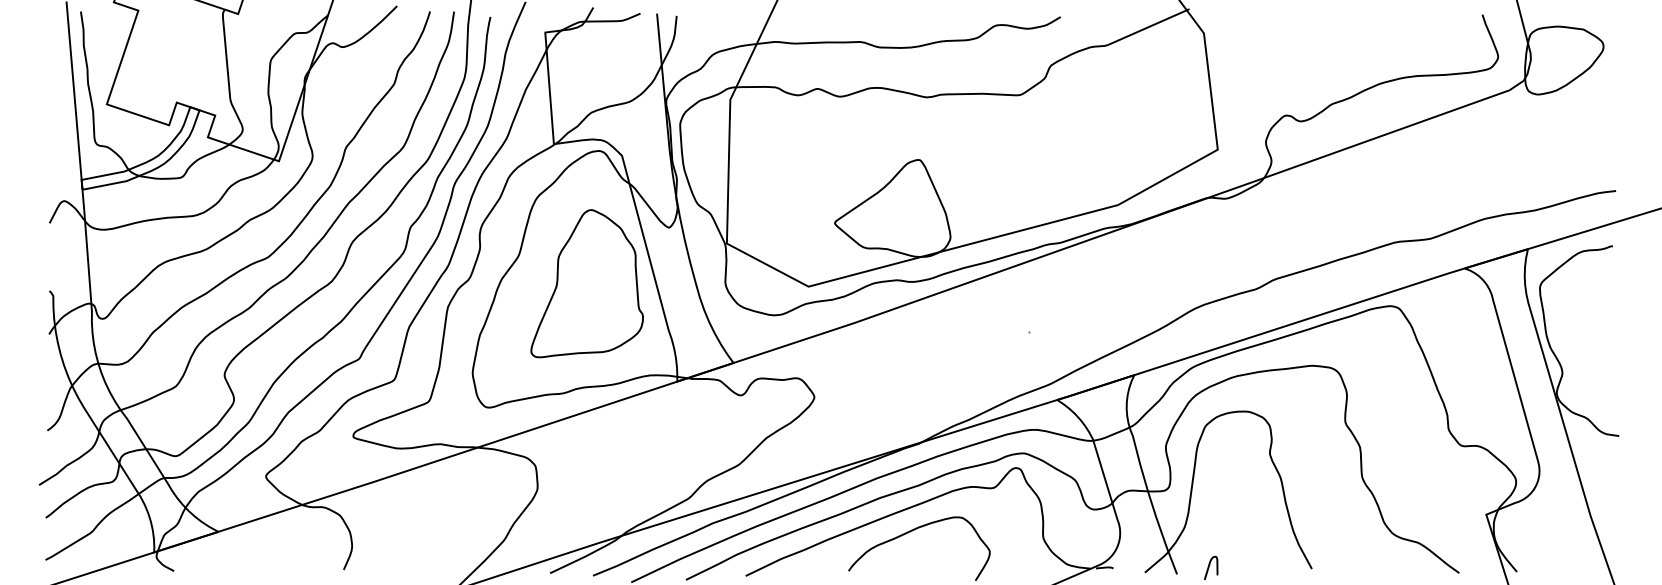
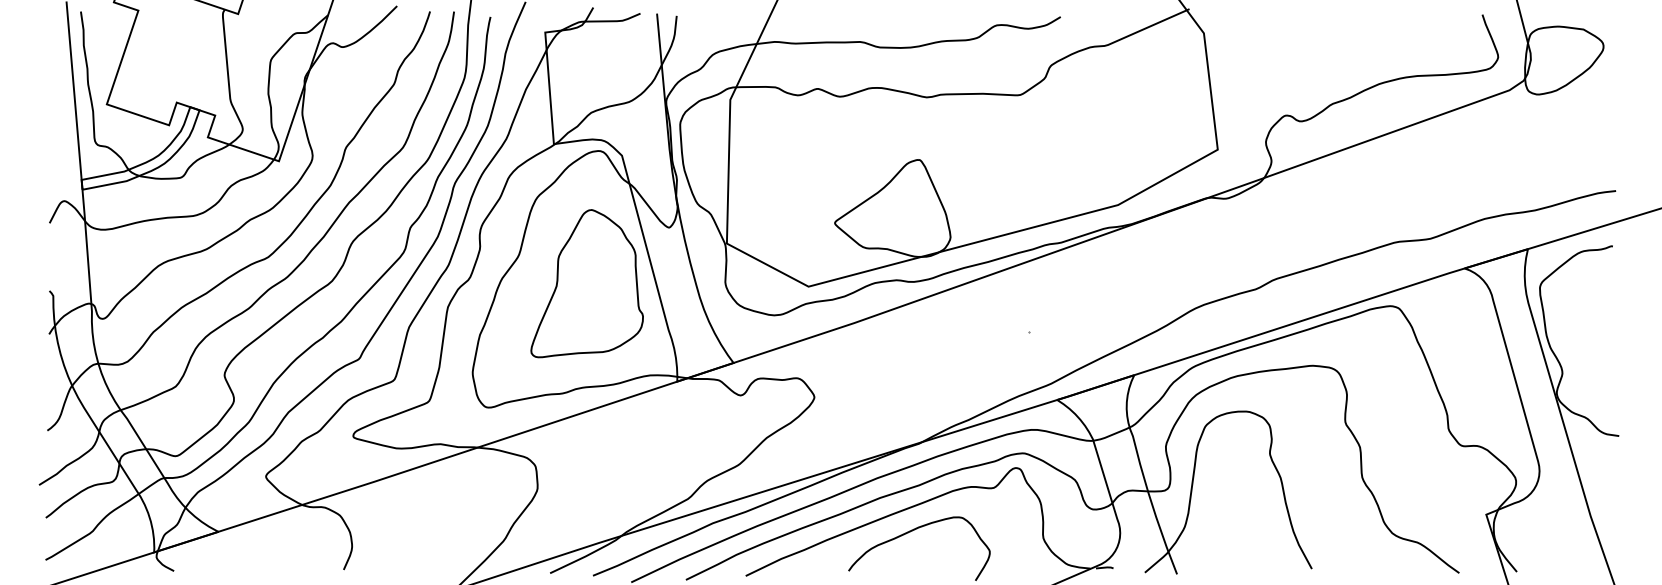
curve at (1209, 567): present -> none
